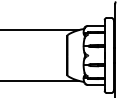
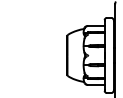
line at (40, 30): present -> none
line at (40, 80): present -> none
